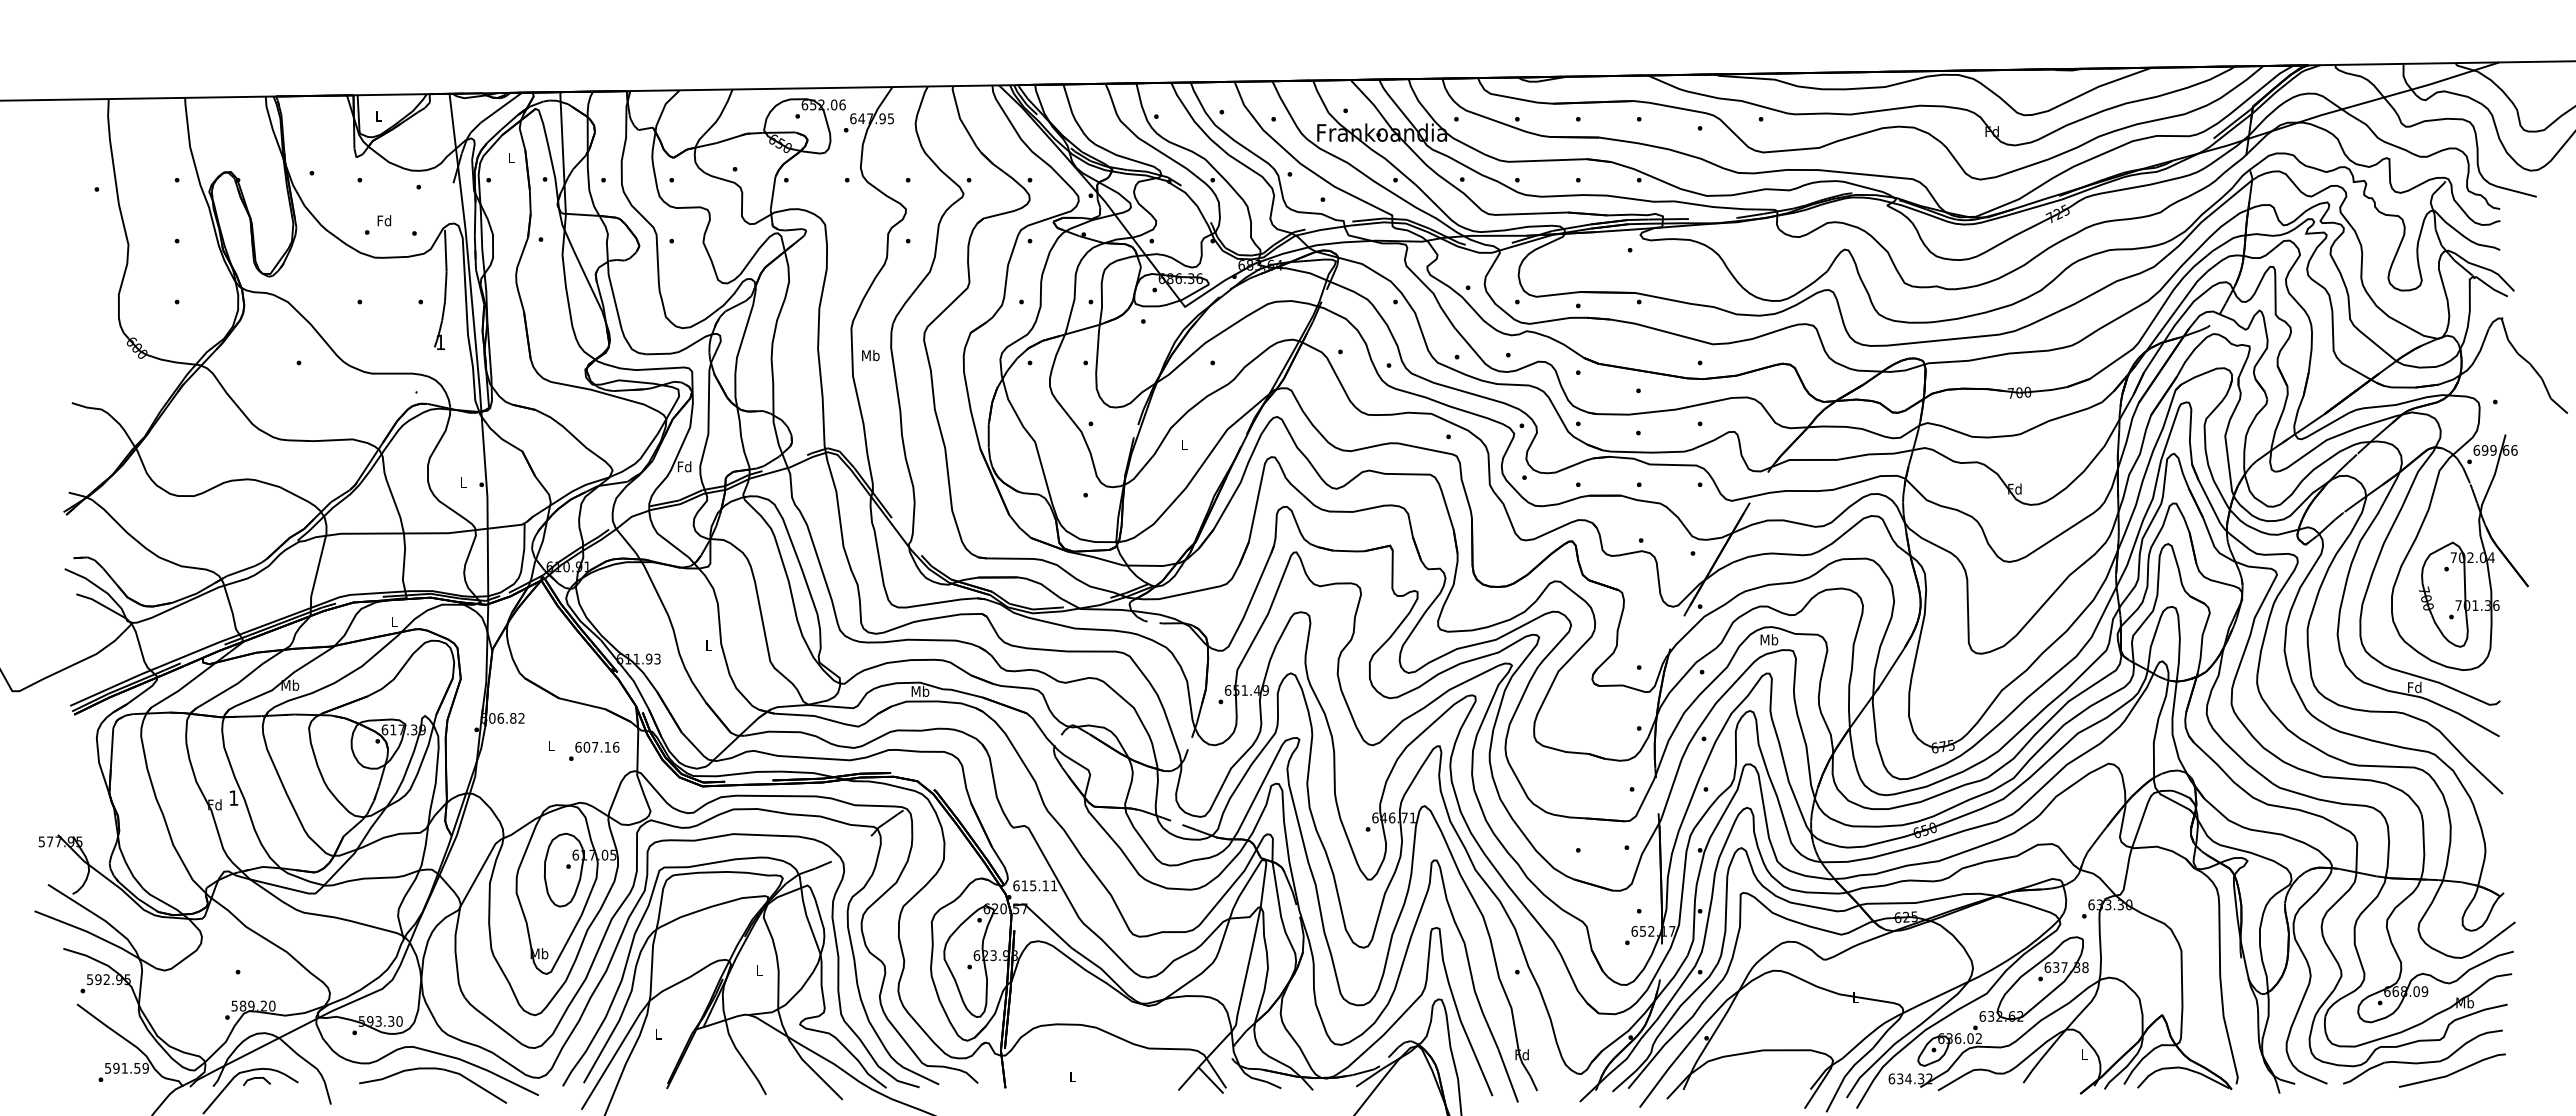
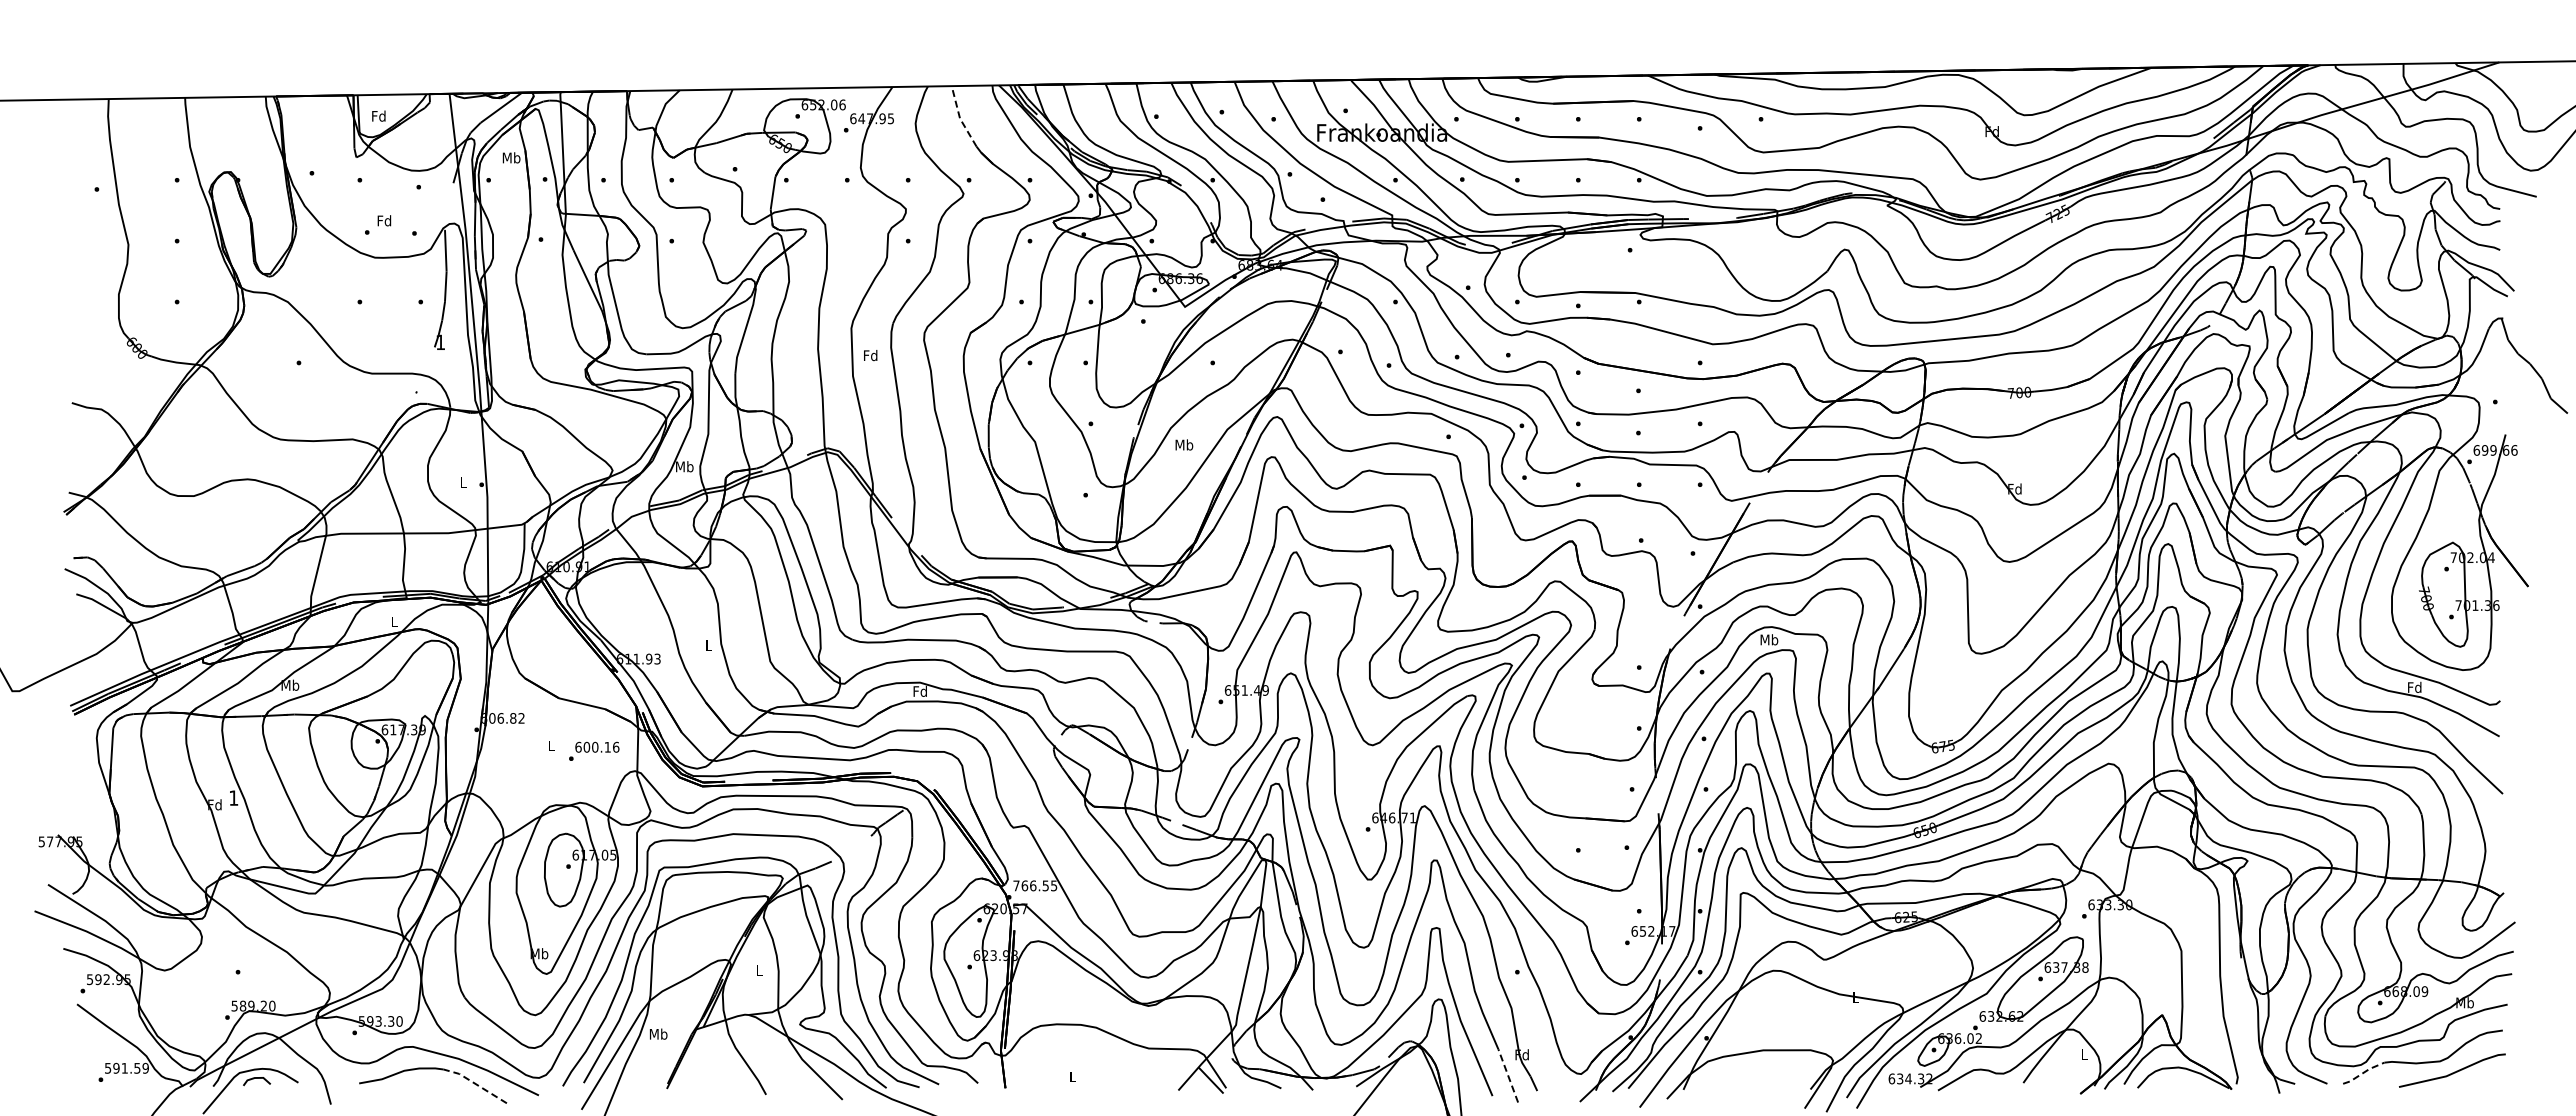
text at (378, 115): L -> Fd
line at (959, 117): solid -> dashed
text at (511, 157): L -> Mb
text at (870, 355): Mb -> Fd
text at (1184, 444): L -> Mb
text at (684, 466): Fd -> Mb
text at (920, 690): Mb -> Fd
text at (595, 746): 607.16 -> 600.16
text at (1035, 885): 615.11 -> 766.55
text at (658, 1033): L -> Mb
line at (2363, 1072): solid -> dashed
line at (1508, 1075): solid -> dashed
line at (475, 1083): solid -> dashed
